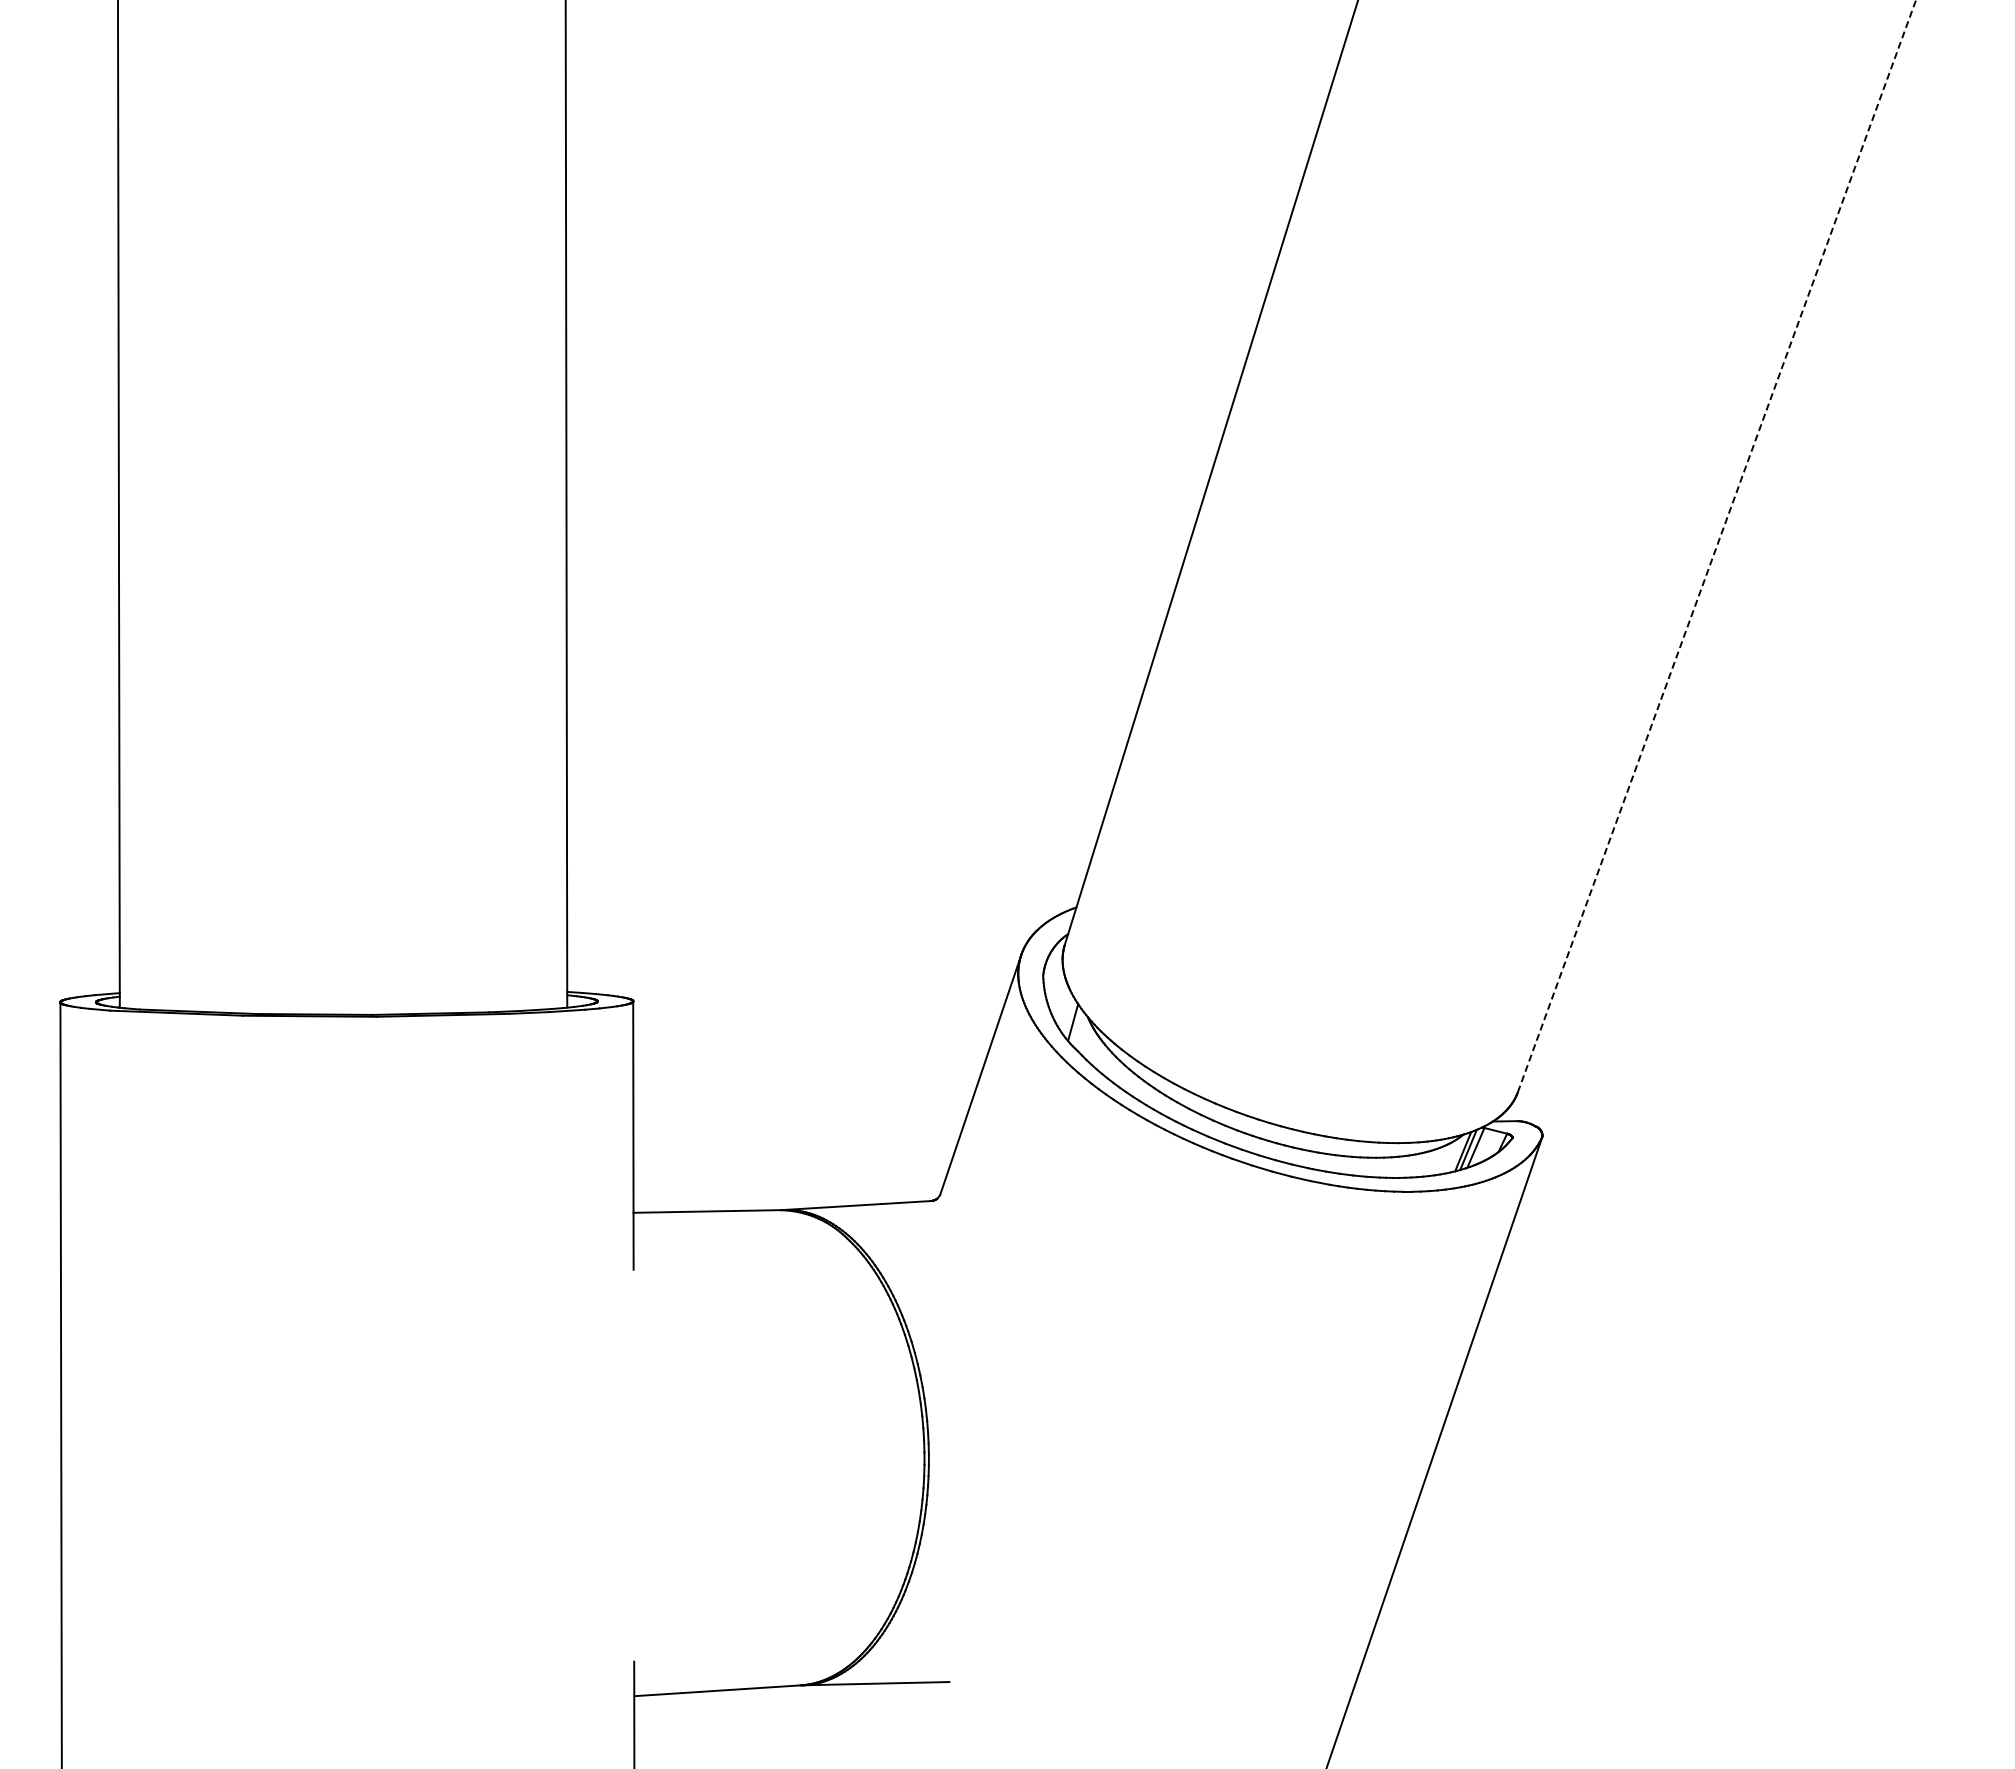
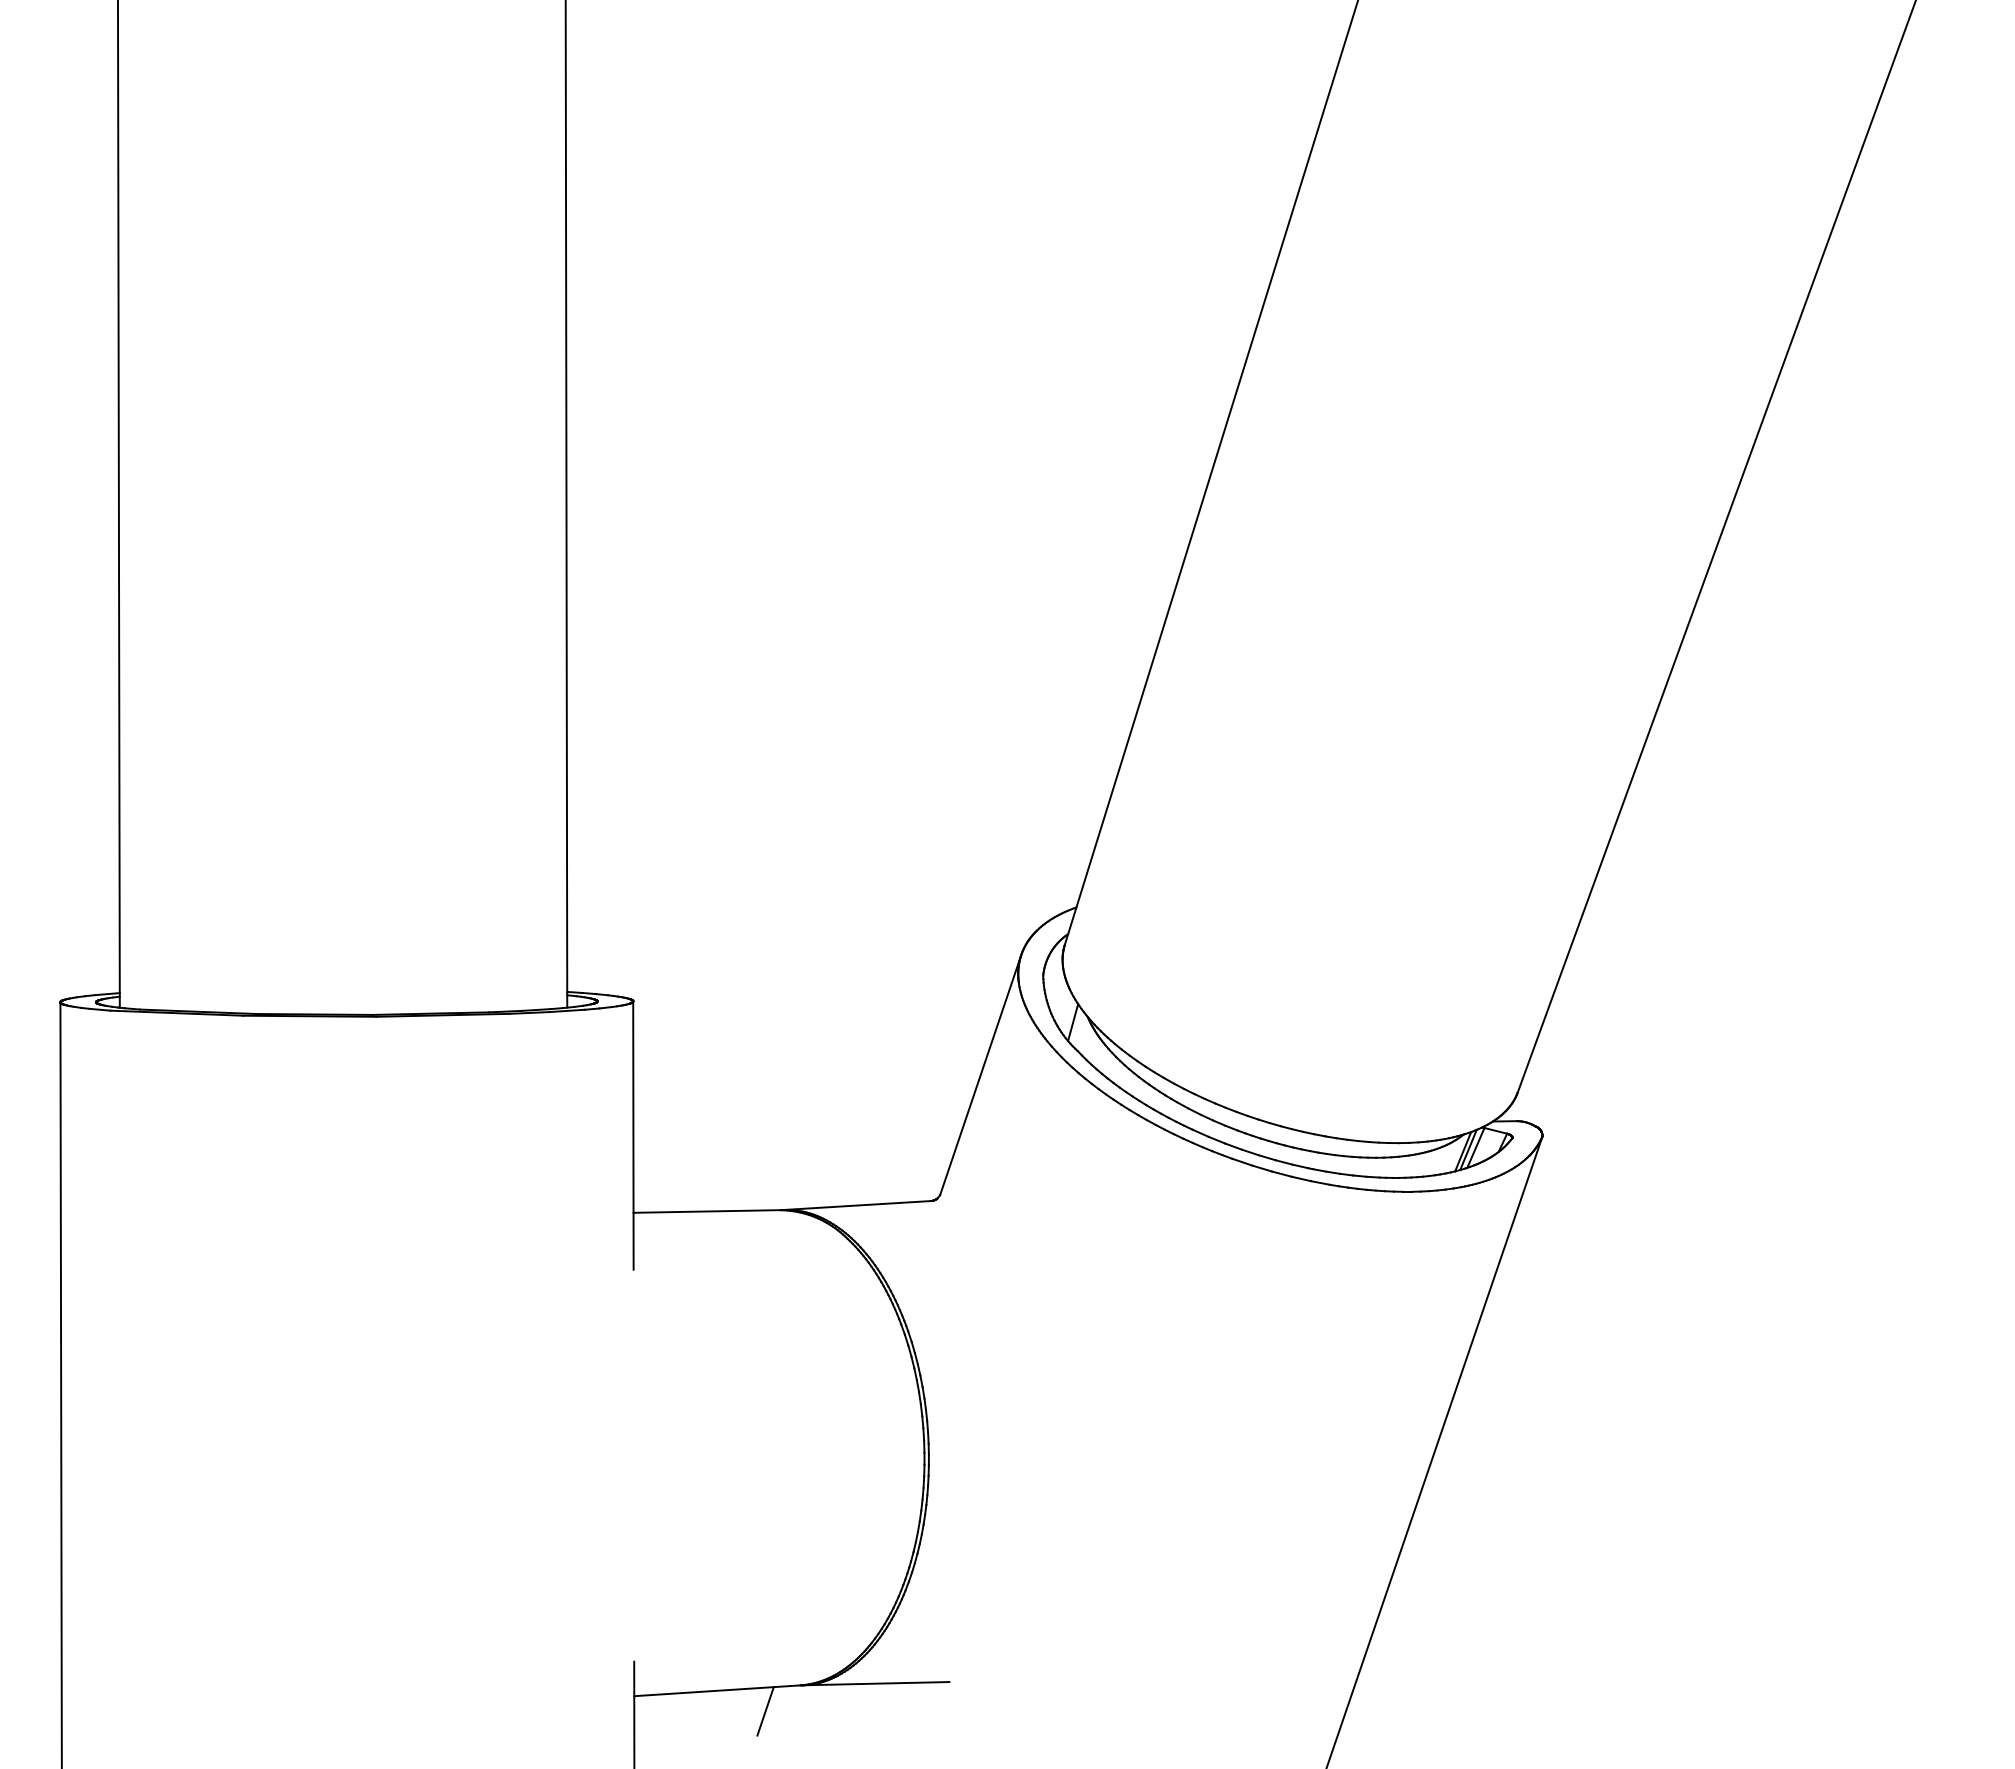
line at (1716, 546): dashed -> solid
line at (765, 1711): none -> present
